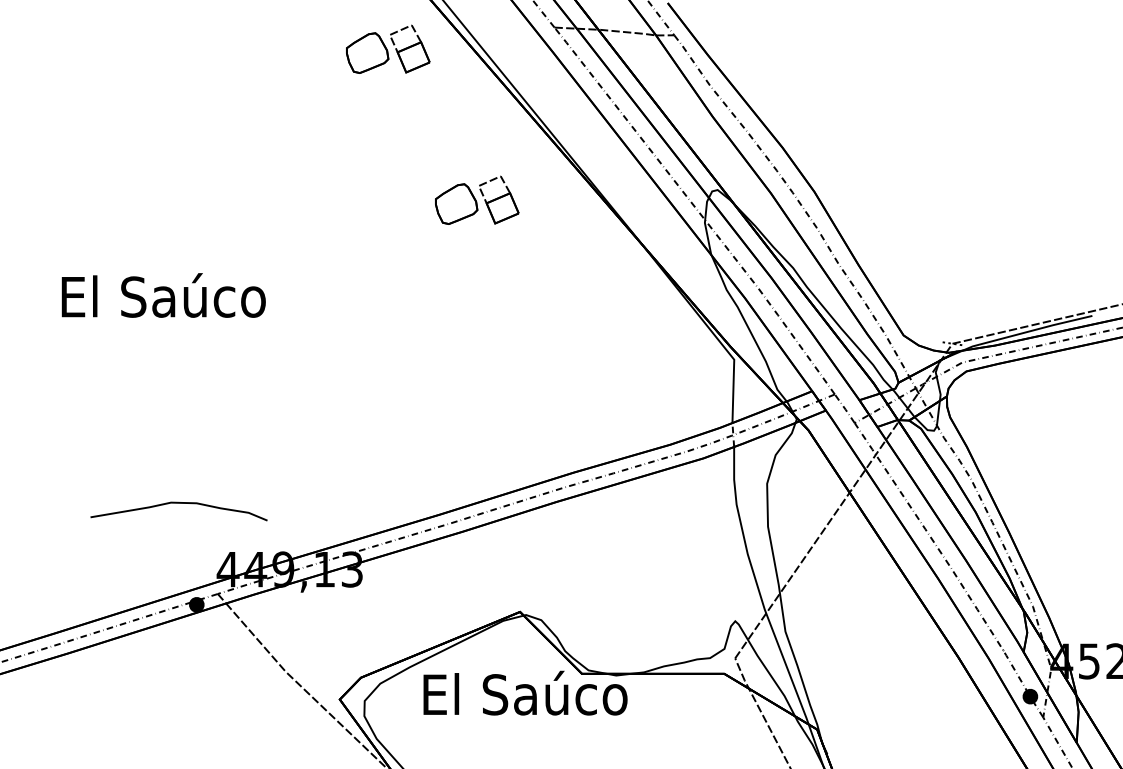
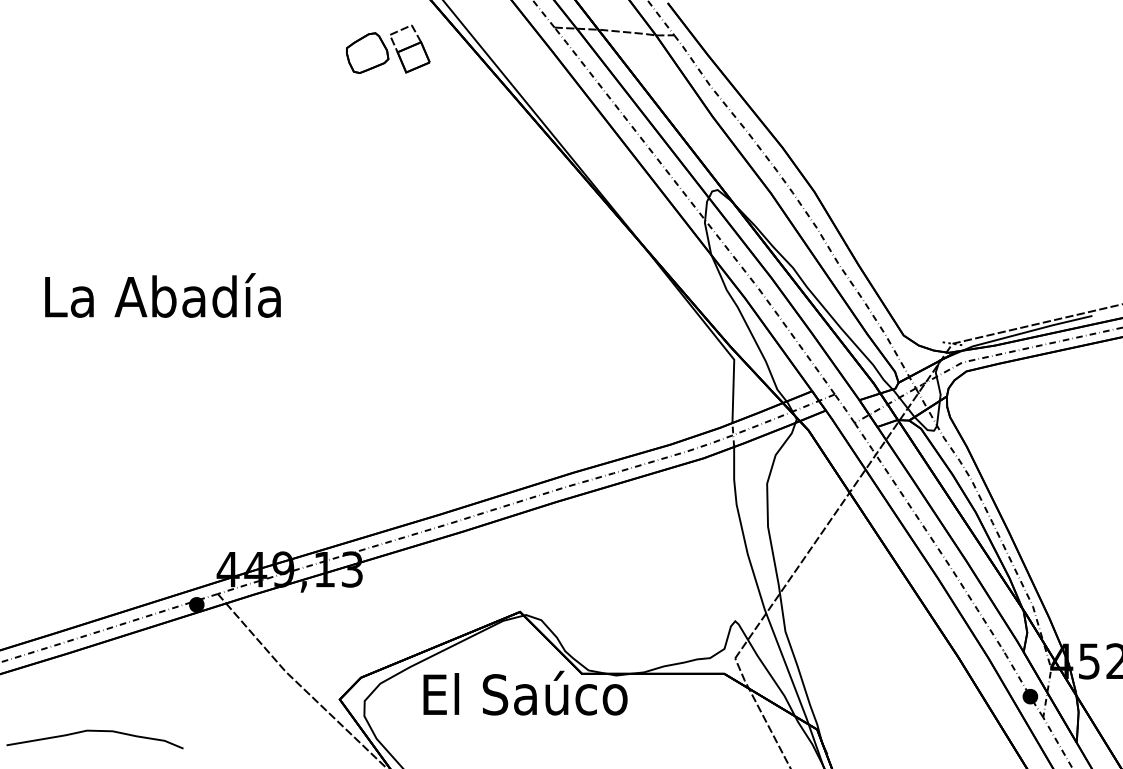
part at (477, 199): present -> none
text at (162, 295): El Saúco -> La Abadía
curve at (178, 503) position: (178, 503) -> (94, 731)
